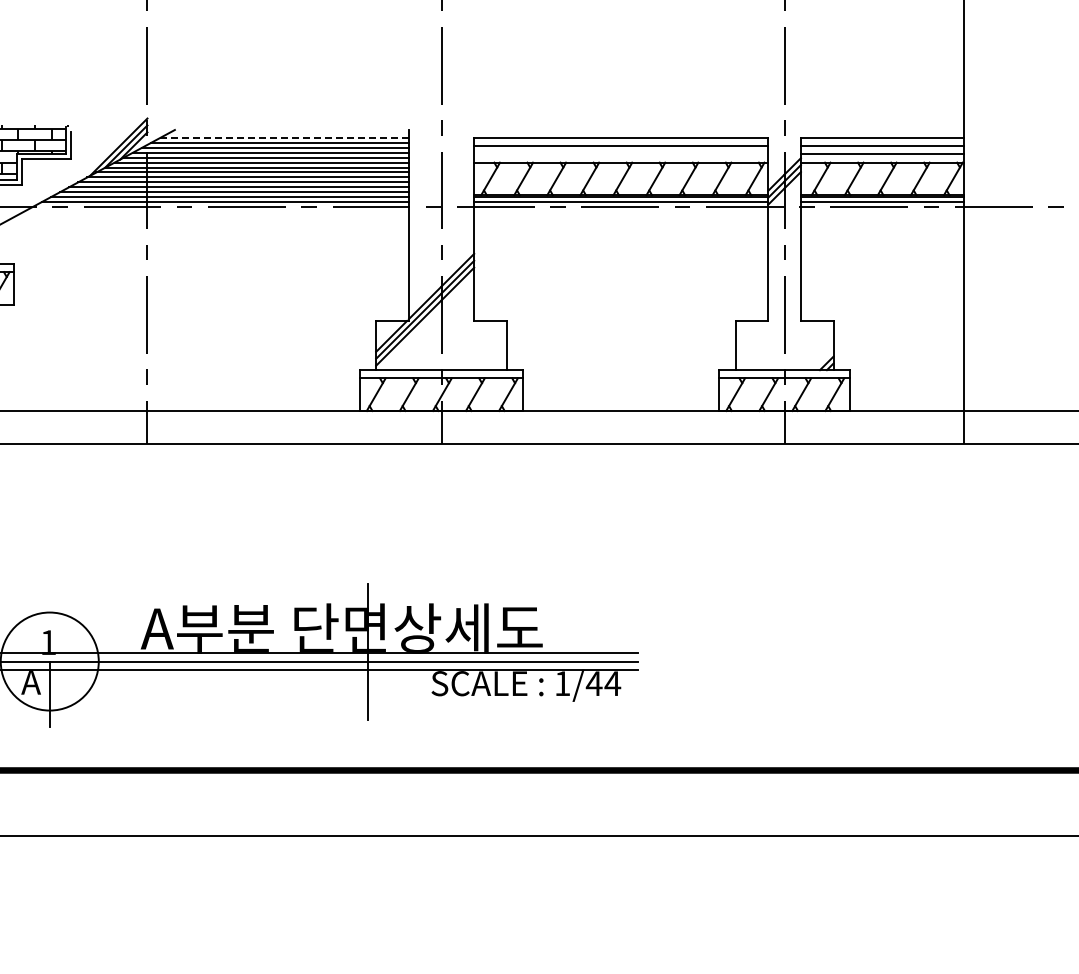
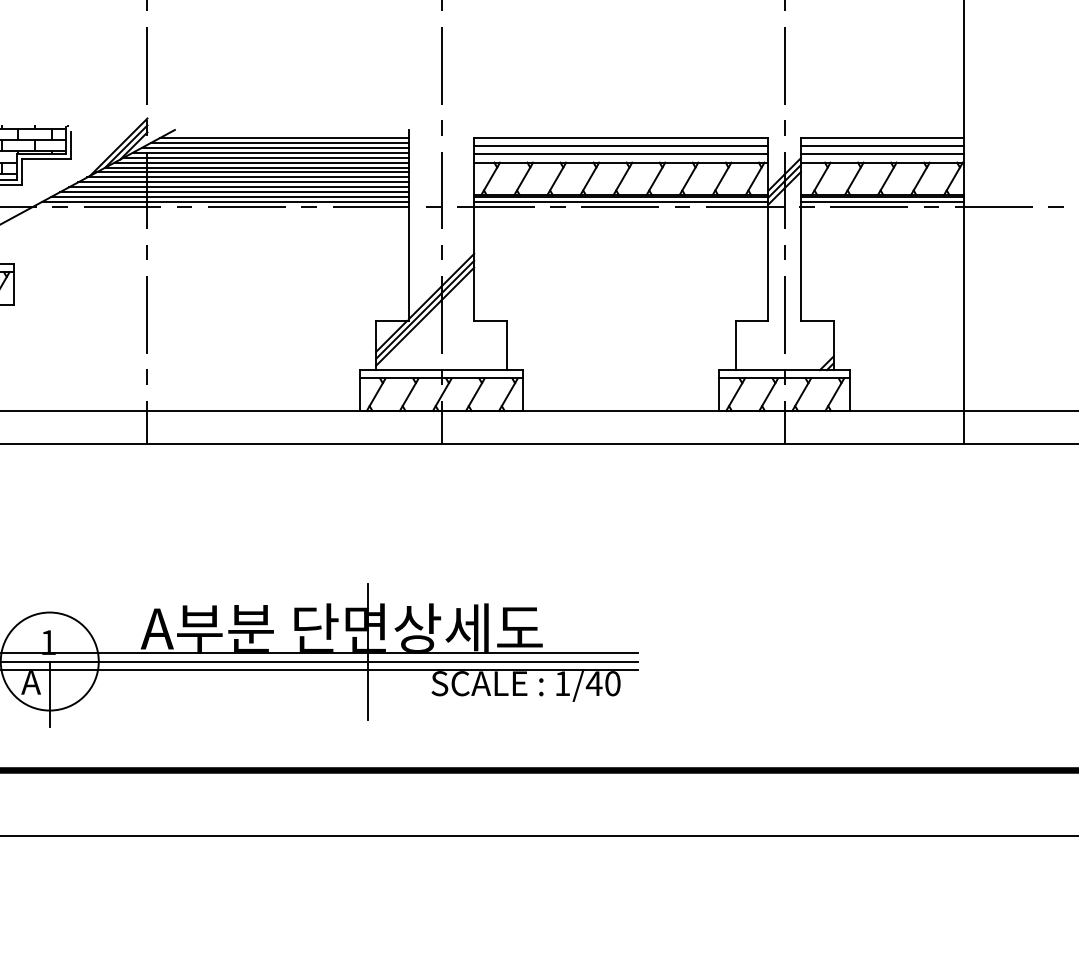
line at (284, 138): dashed -> solid
line at (621, 154): none -> present
text at (612, 683): 1/44 -> 1/40
